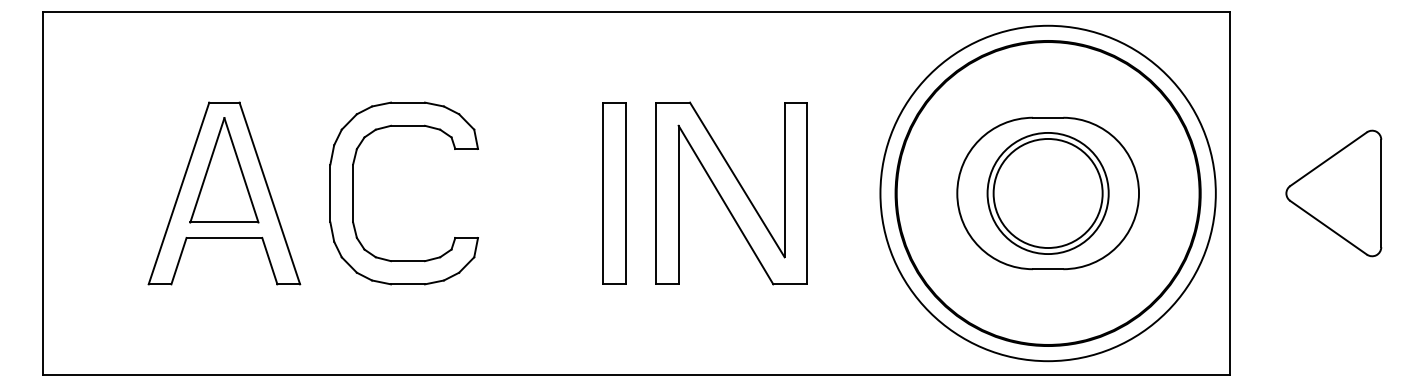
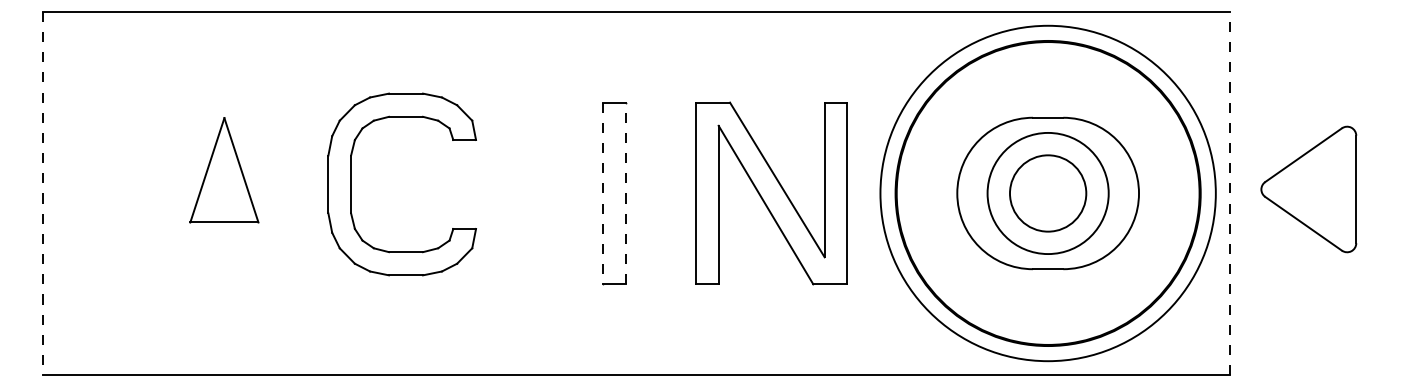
line at (42, 193): solid -> dashed
part at (224, 193): present -> none
part at (353, 193) position: (353, 193) -> (351, 184)
line at (602, 193): solid -> dashed
line at (625, 193): solid -> dashed
part at (731, 193) position: (731, 193) -> (771, 193)
circle at (1047, 193) diameter: 109 px -> 76 px
line at (1229, 193): solid -> dashed
part at (1333, 193) position: (1333, 193) -> (1308, 189)
